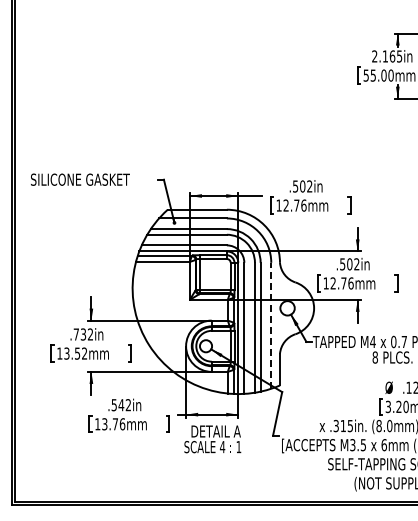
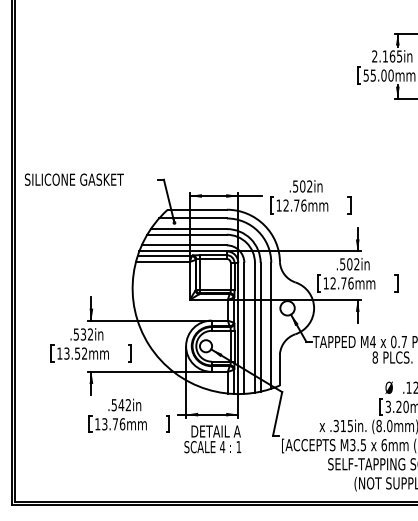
text at (80, 179) position: (80, 179) -> (74, 179)
line at (271, 325): dashed -> solid
text at (75, 334): .732in -> .532in
